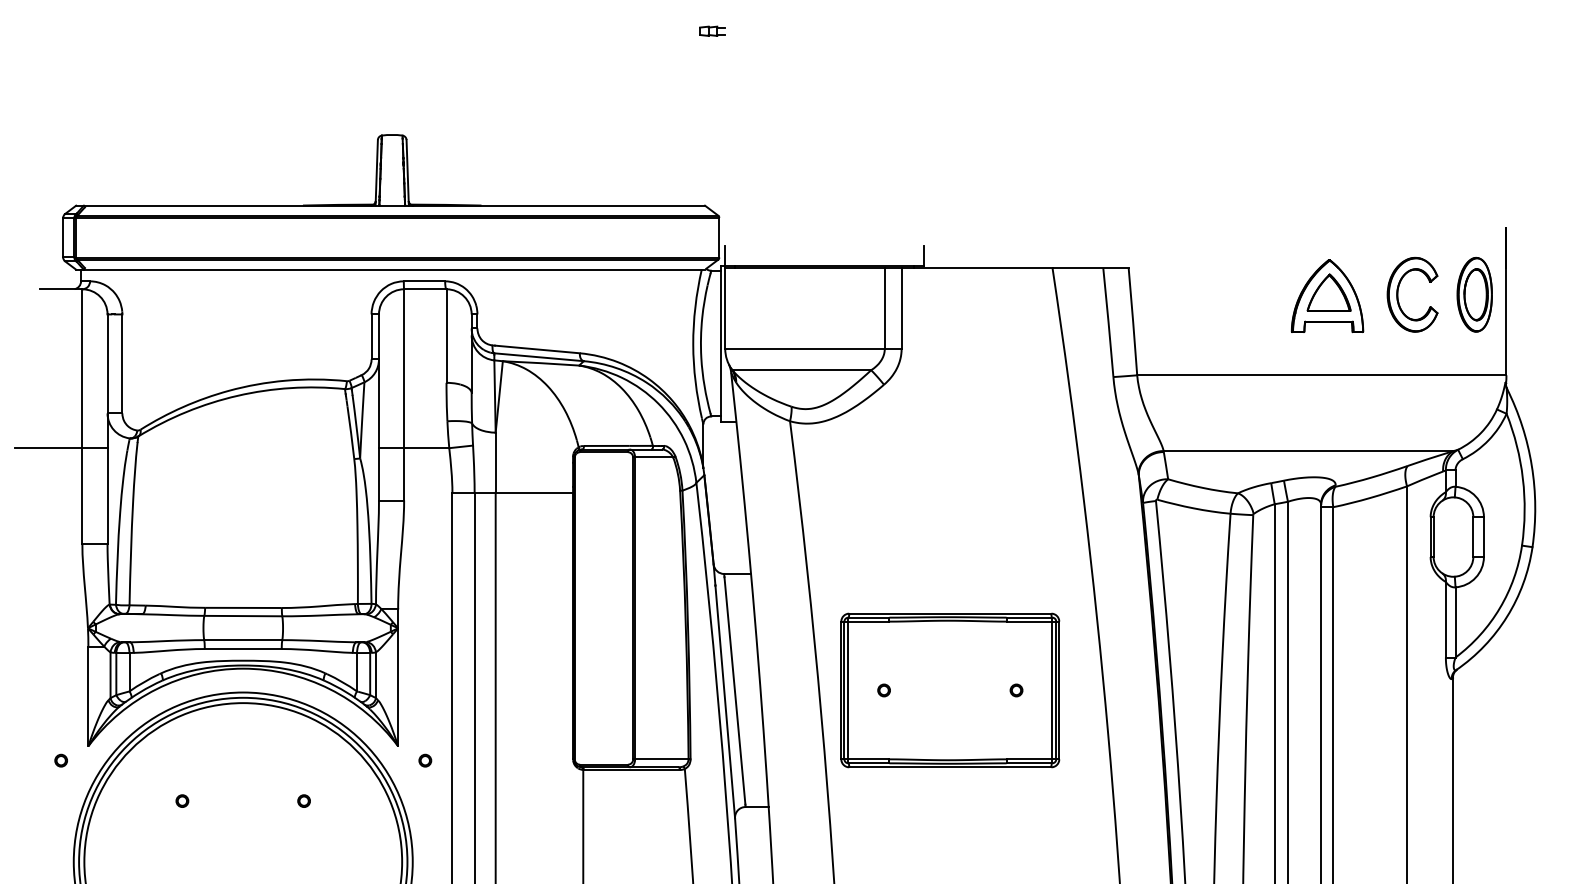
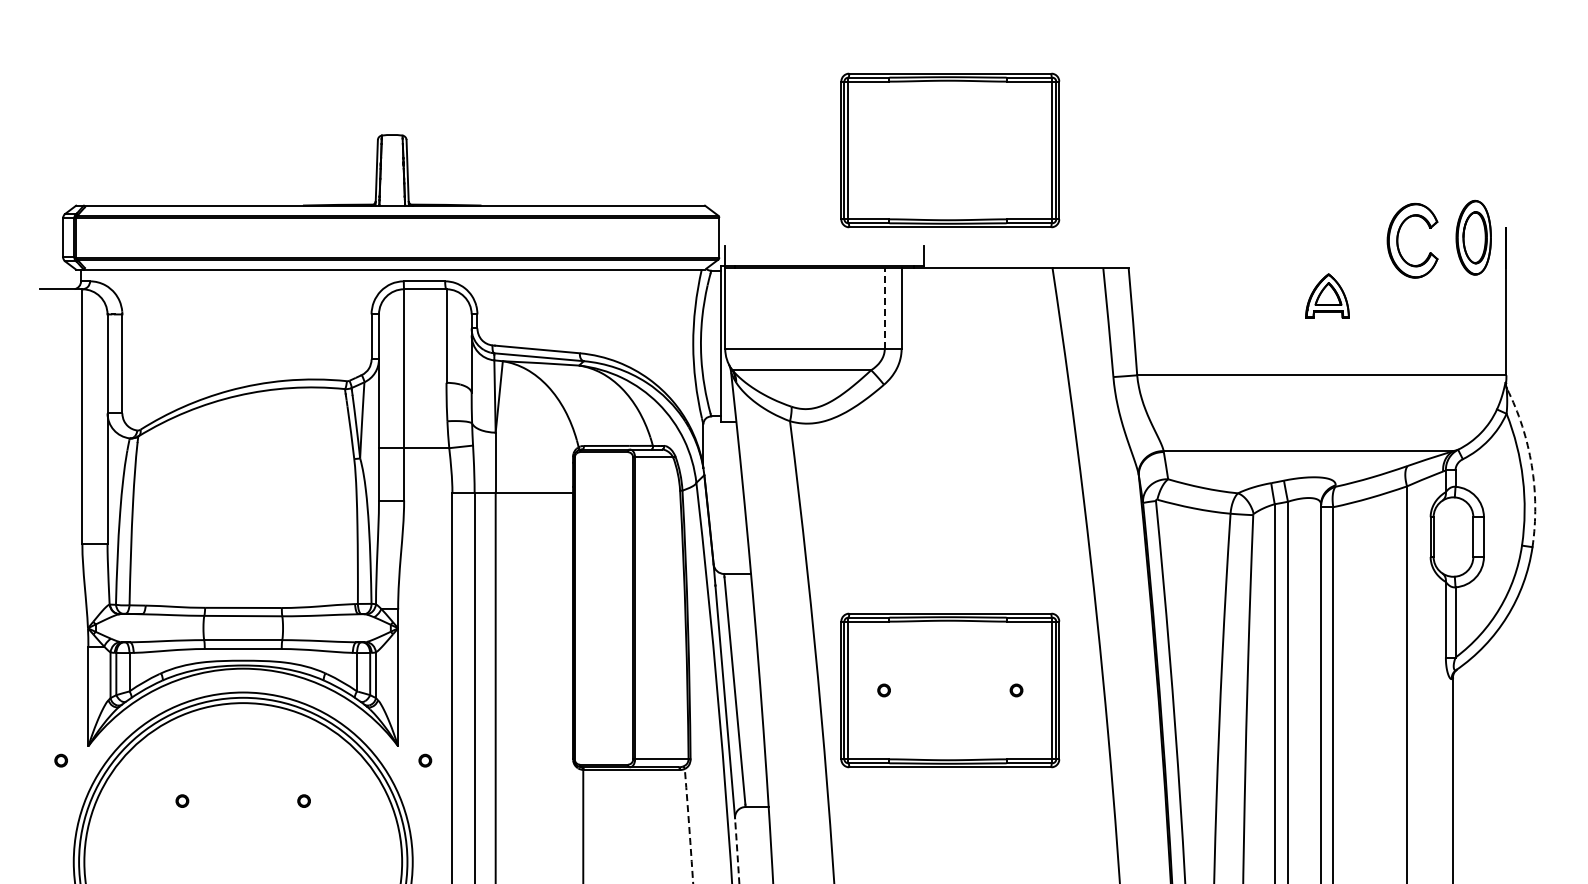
part at (712, 30): present -> none
part at (950, 150): none -> present
part at (1398, 294) position: (1398, 294) -> (1398, 240)
part at (1474, 294) position: (1474, 294) -> (1473, 237)
part at (1327, 295) size: 75x74 px -> 45x46 px
line at (884, 308): solid -> dashed
line at (60, 448): present -> none
arc at (1531, 465): solid -> dashed
arc at (689, 826): solid -> dashed
arc at (737, 850): solid -> dashed
